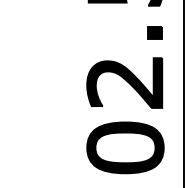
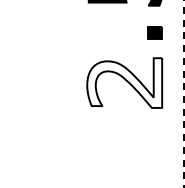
fill at (124, 82): present -> none
line at (184, 93): solid -> dashed
part at (125, 147): present -> none
